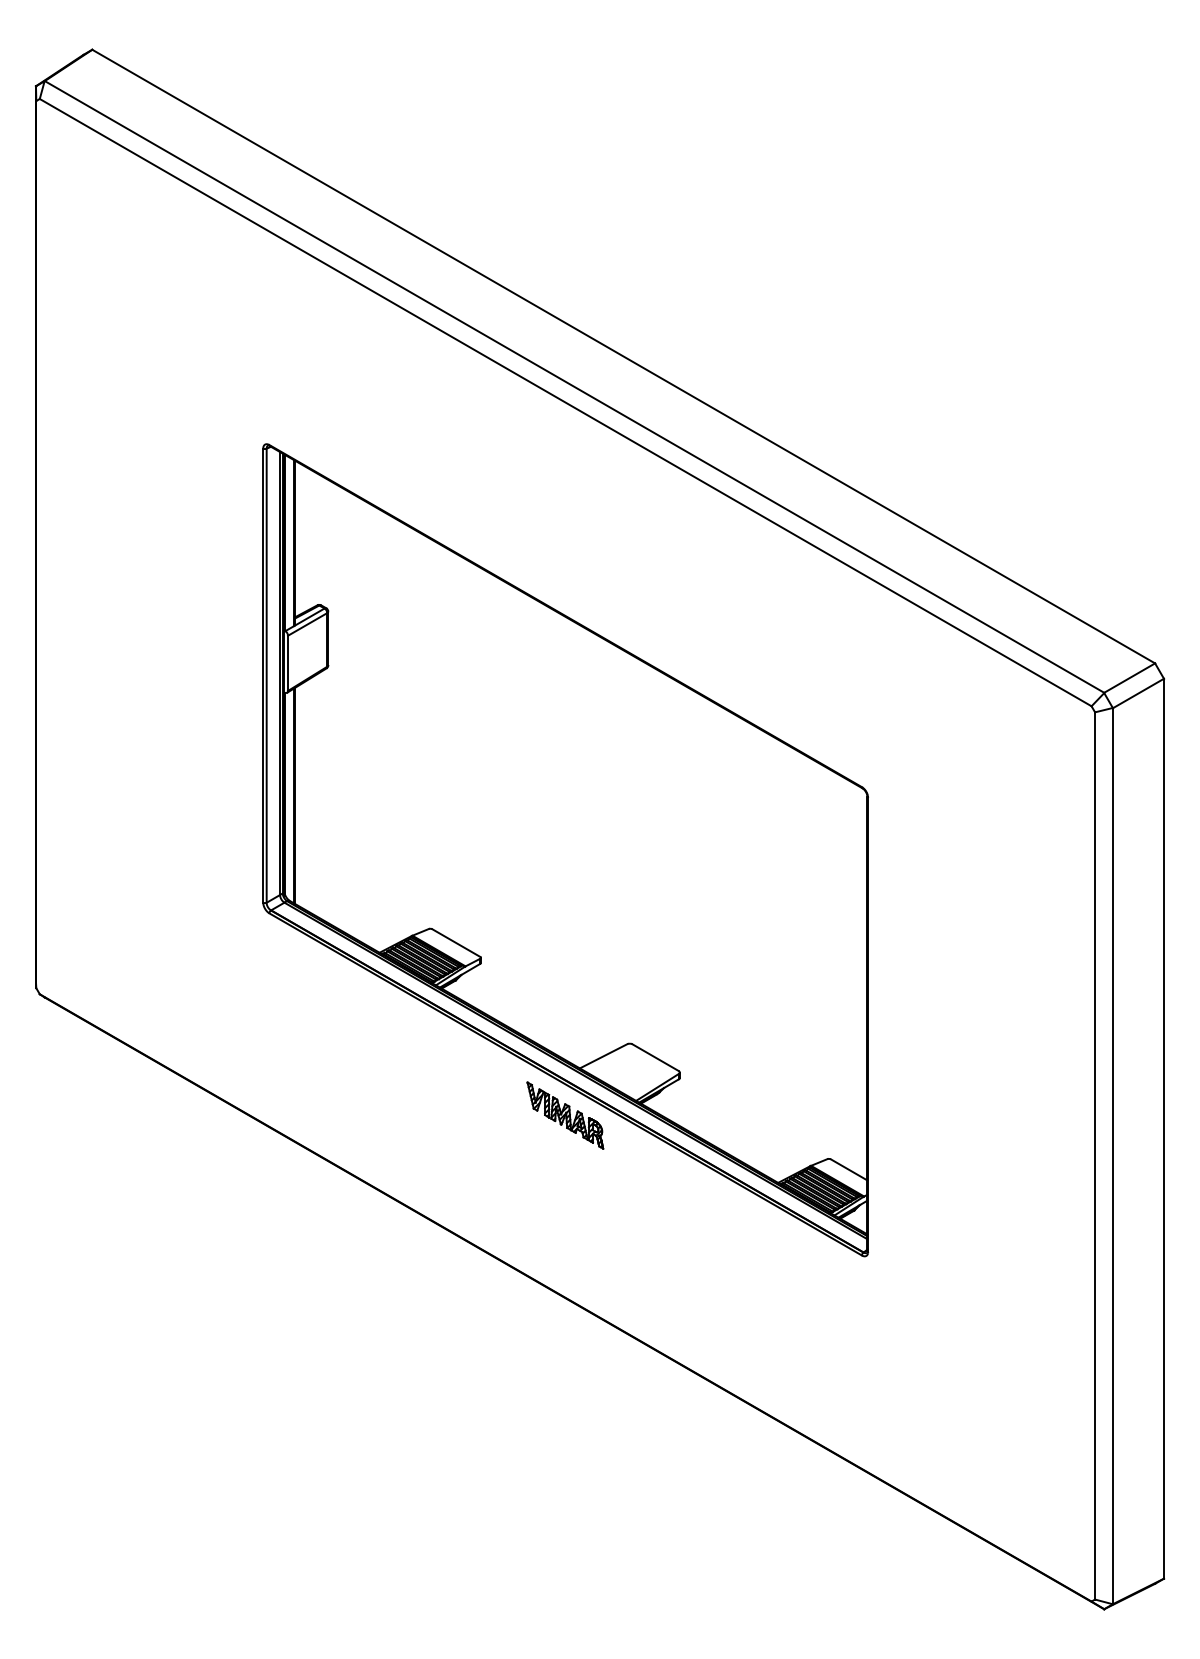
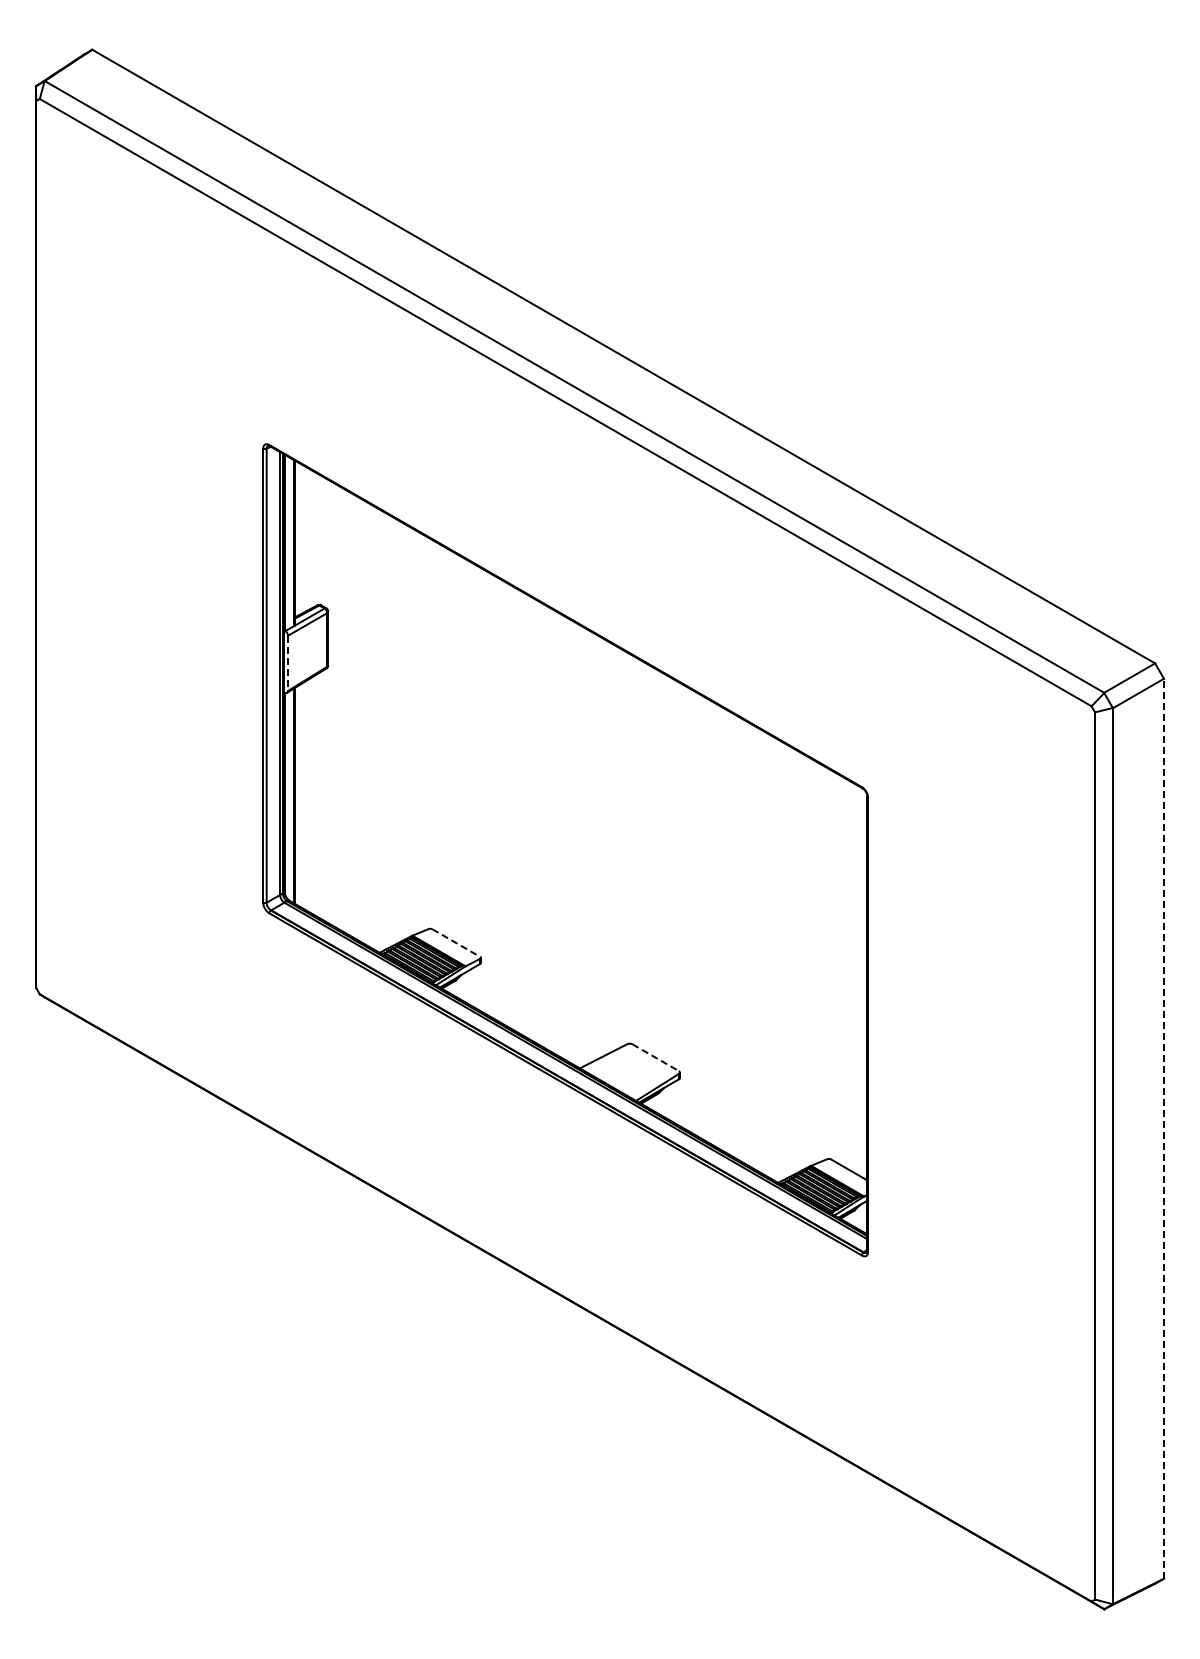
line at (288, 663): solid -> dashed
line at (456, 943): solid -> dashed
line at (655, 1057): solid -> dashed
part at (565, 1115): present -> none
line at (1163, 1128): solid -> dashed
